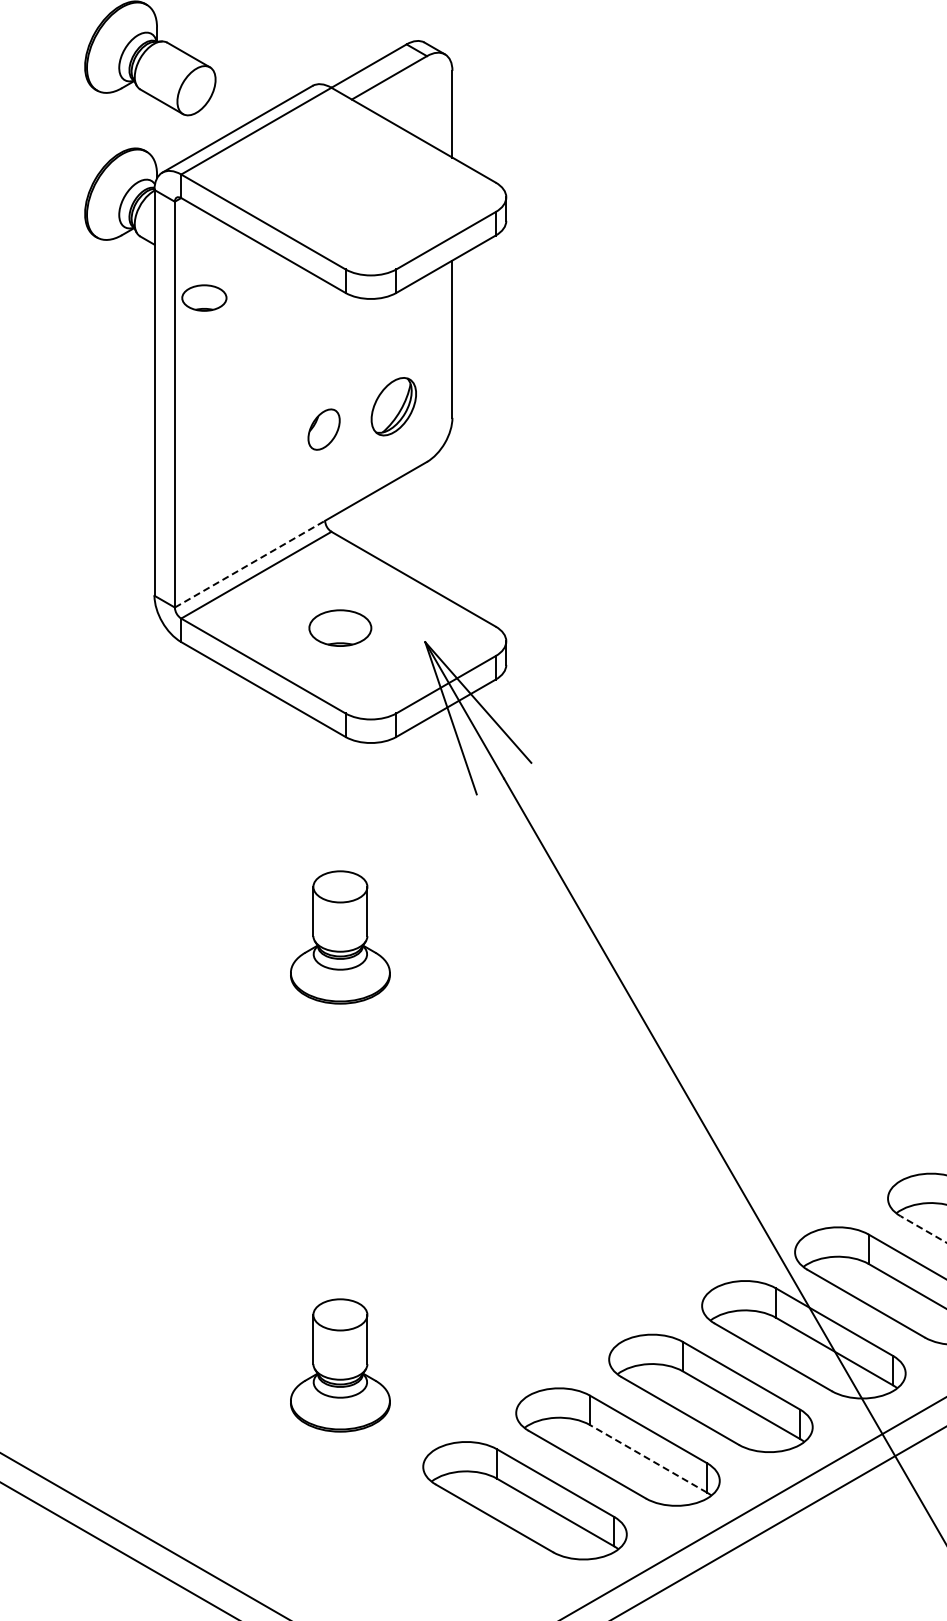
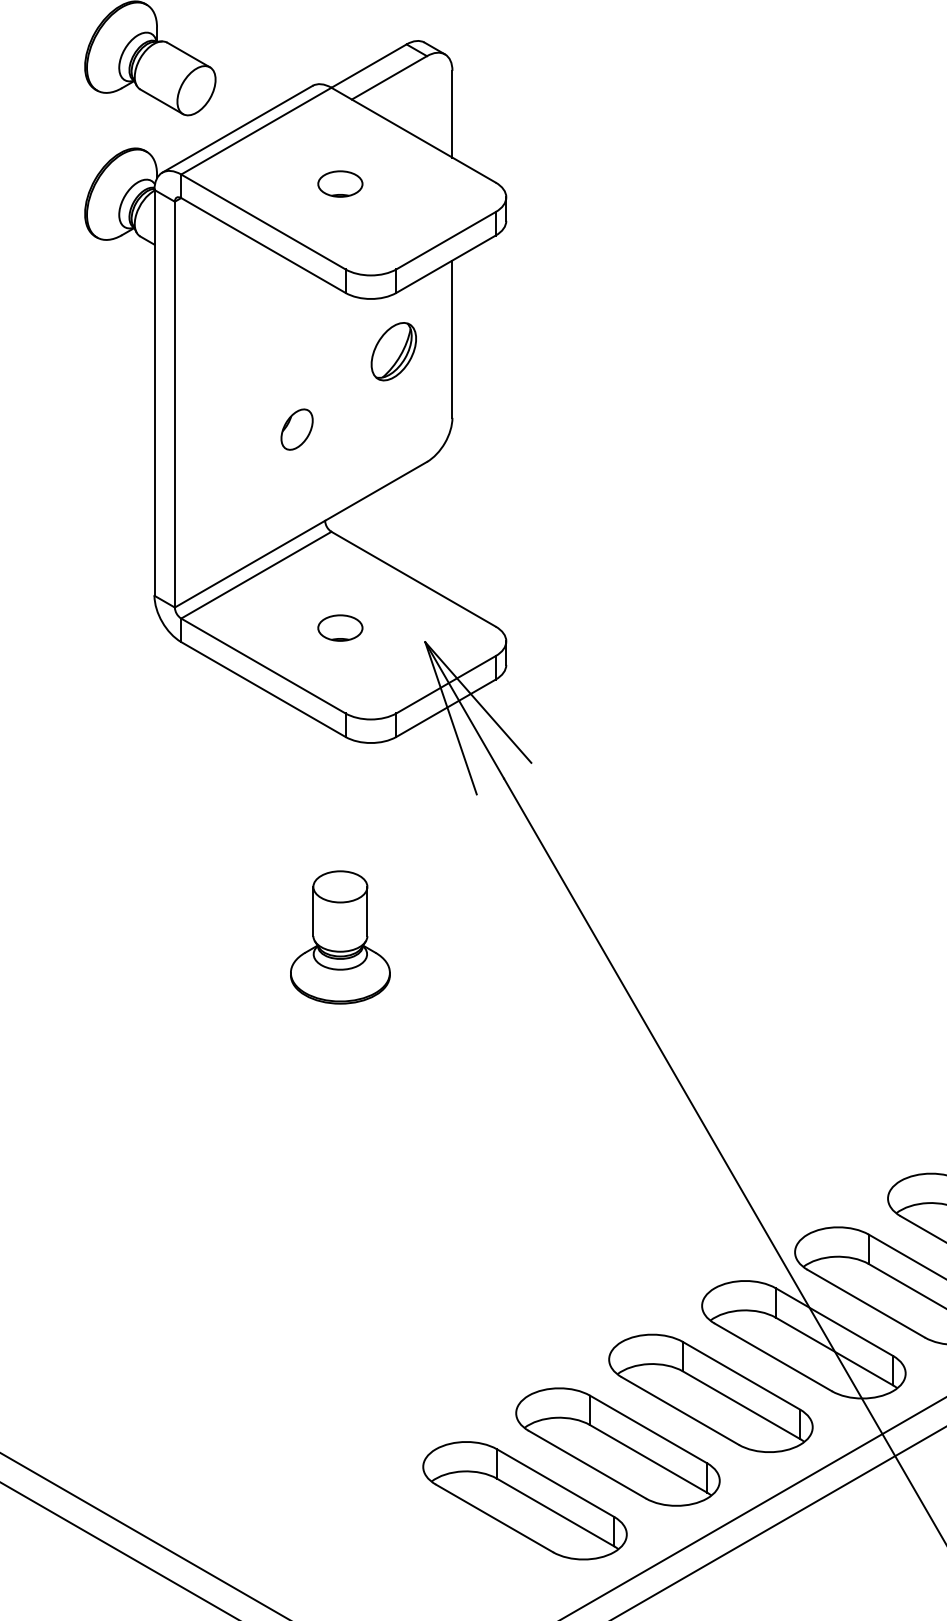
part at (204, 297) position: (204, 297) -> (340, 183)
part at (393, 406) position: (393, 406) -> (393, 351)
part at (323, 429) position: (323, 429) -> (296, 429)
line at (250, 564): dashed -> solid
part at (340, 627) size: 65x38 px -> 47x28 px
line at (923, 1229): dashed -> solid
part at (340, 1365): present -> none
line at (648, 1458): dashed -> solid
